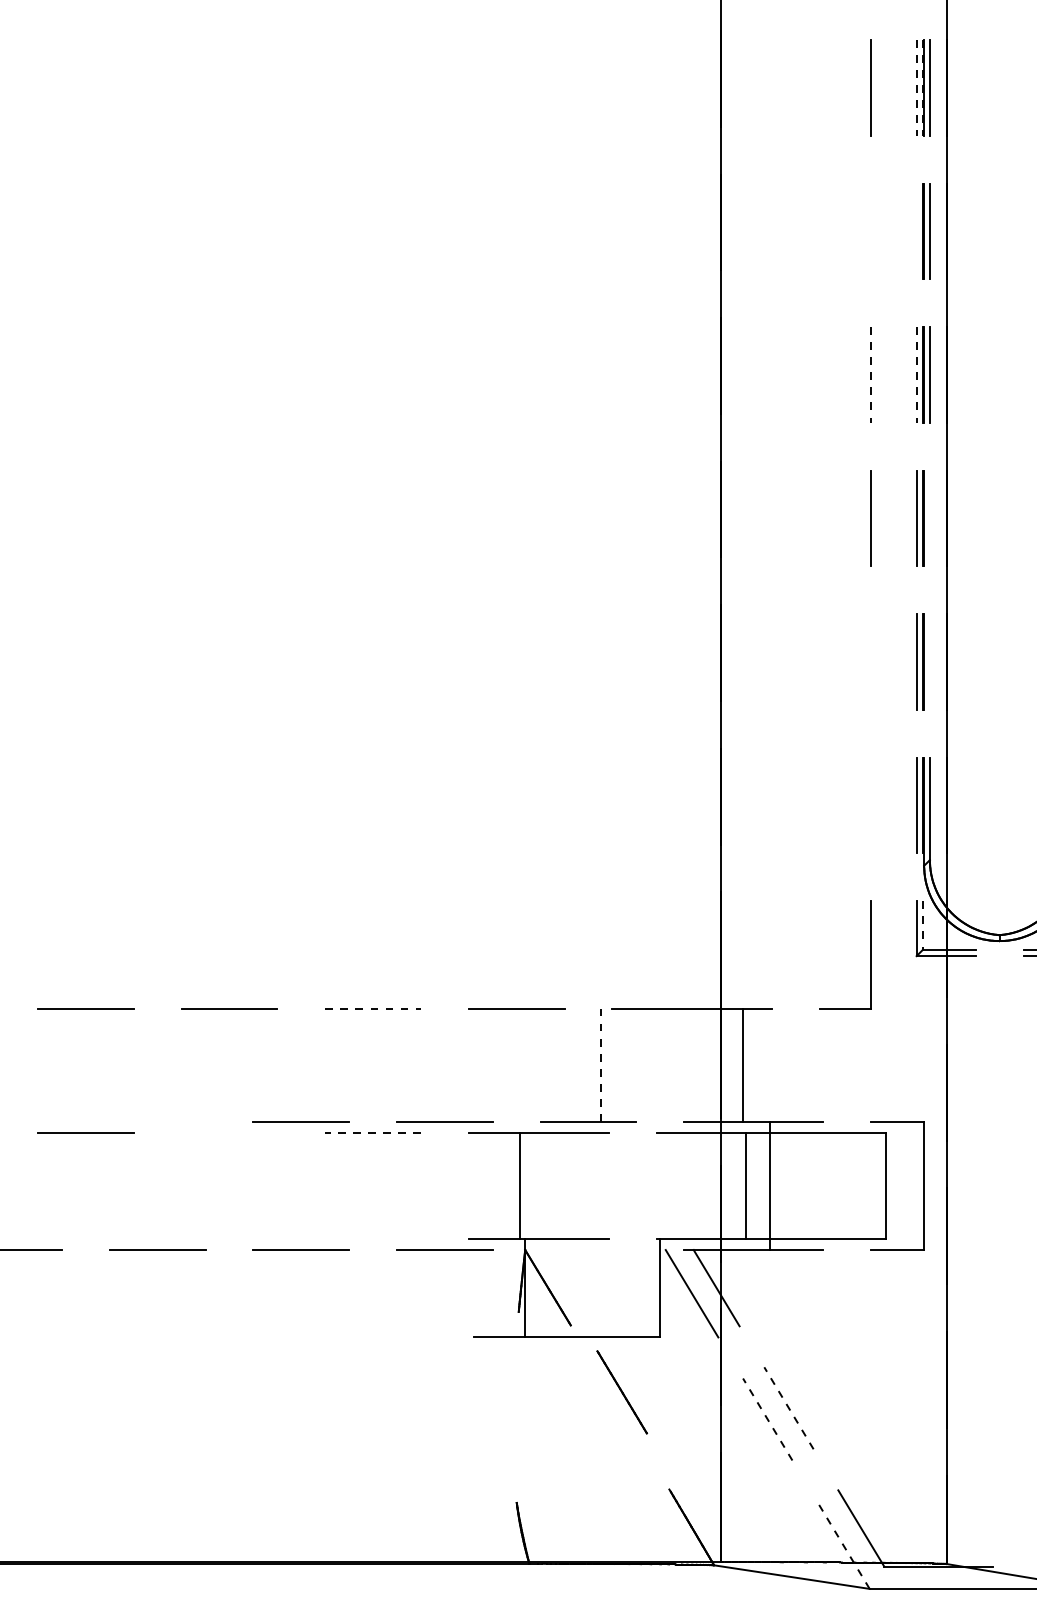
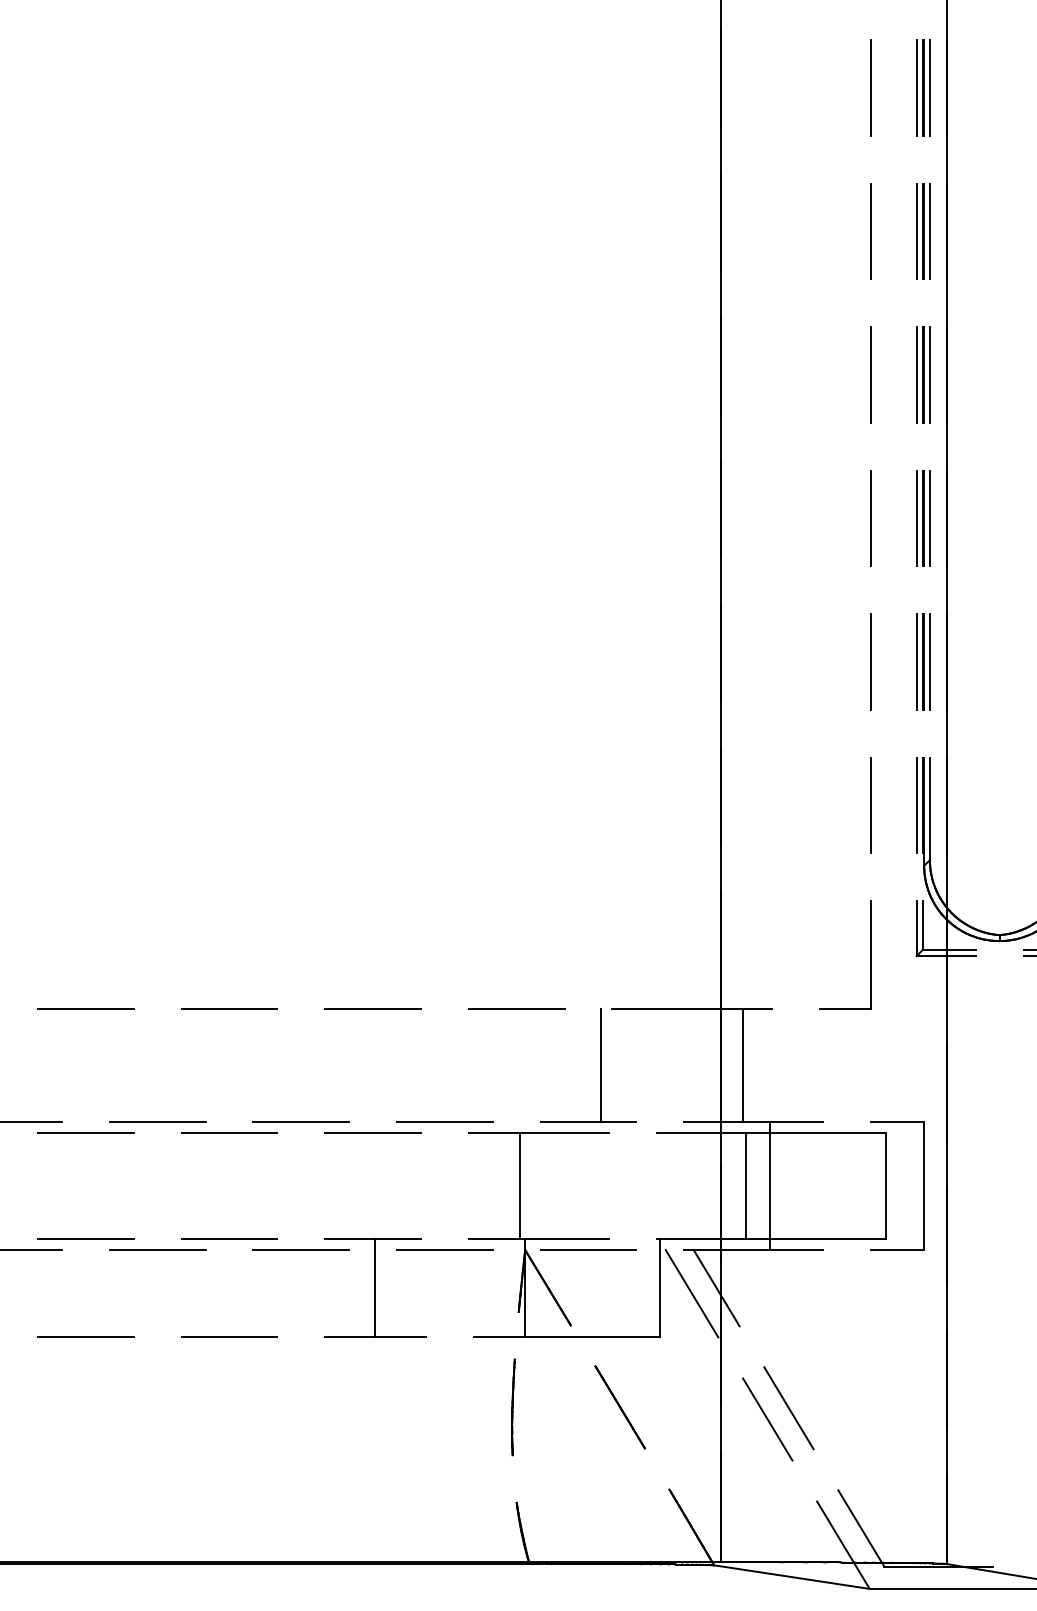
line at (916, 87): dashed -> solid
line at (922, 87): dashed -> solid
line at (871, 231): none -> present
line at (916, 231): none -> present
line at (871, 374): dashed -> solid
line at (916, 374): dashed -> solid
line at (929, 518): none -> present
line at (870, 661): none -> present
line at (929, 661): none -> present
line at (871, 805): none -> present
line at (922, 926): dashed -> solid
line at (373, 1008): dashed -> solid
line at (600, 1065): dashed -> solid
line at (32, 1121): none -> present
line at (157, 1121): none -> present
line at (229, 1133): none -> present
line at (373, 1133): dashed -> solid
line at (85, 1238): none -> present
line at (229, 1238): none -> present
line at (588, 1249): none -> present
part at (375, 1287): none -> present
line at (85, 1336): none -> present
line at (229, 1336): none -> present
line at (621, 1392) position: (621, 1392) -> (619, 1407)
line at (513, 1407): none -> present
line at (788, 1408): dashed -> solid
line at (767, 1419): dashed -> solid
line at (843, 1544): dashed -> solid
